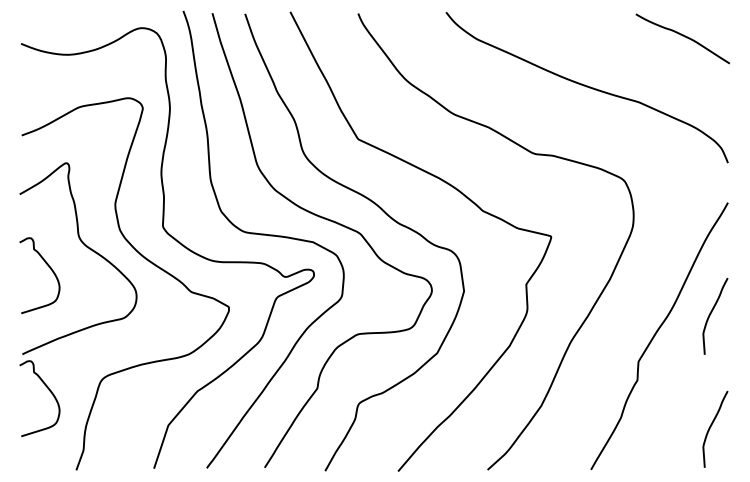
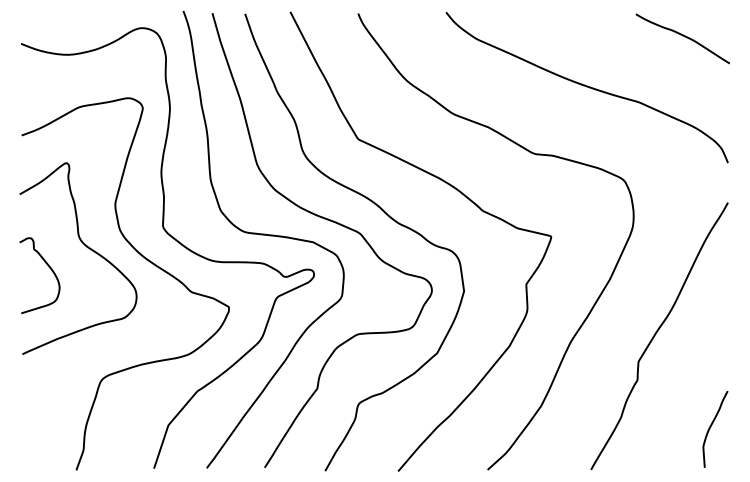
curve at (711, 314): present -> none
curve at (48, 390): present -> none
